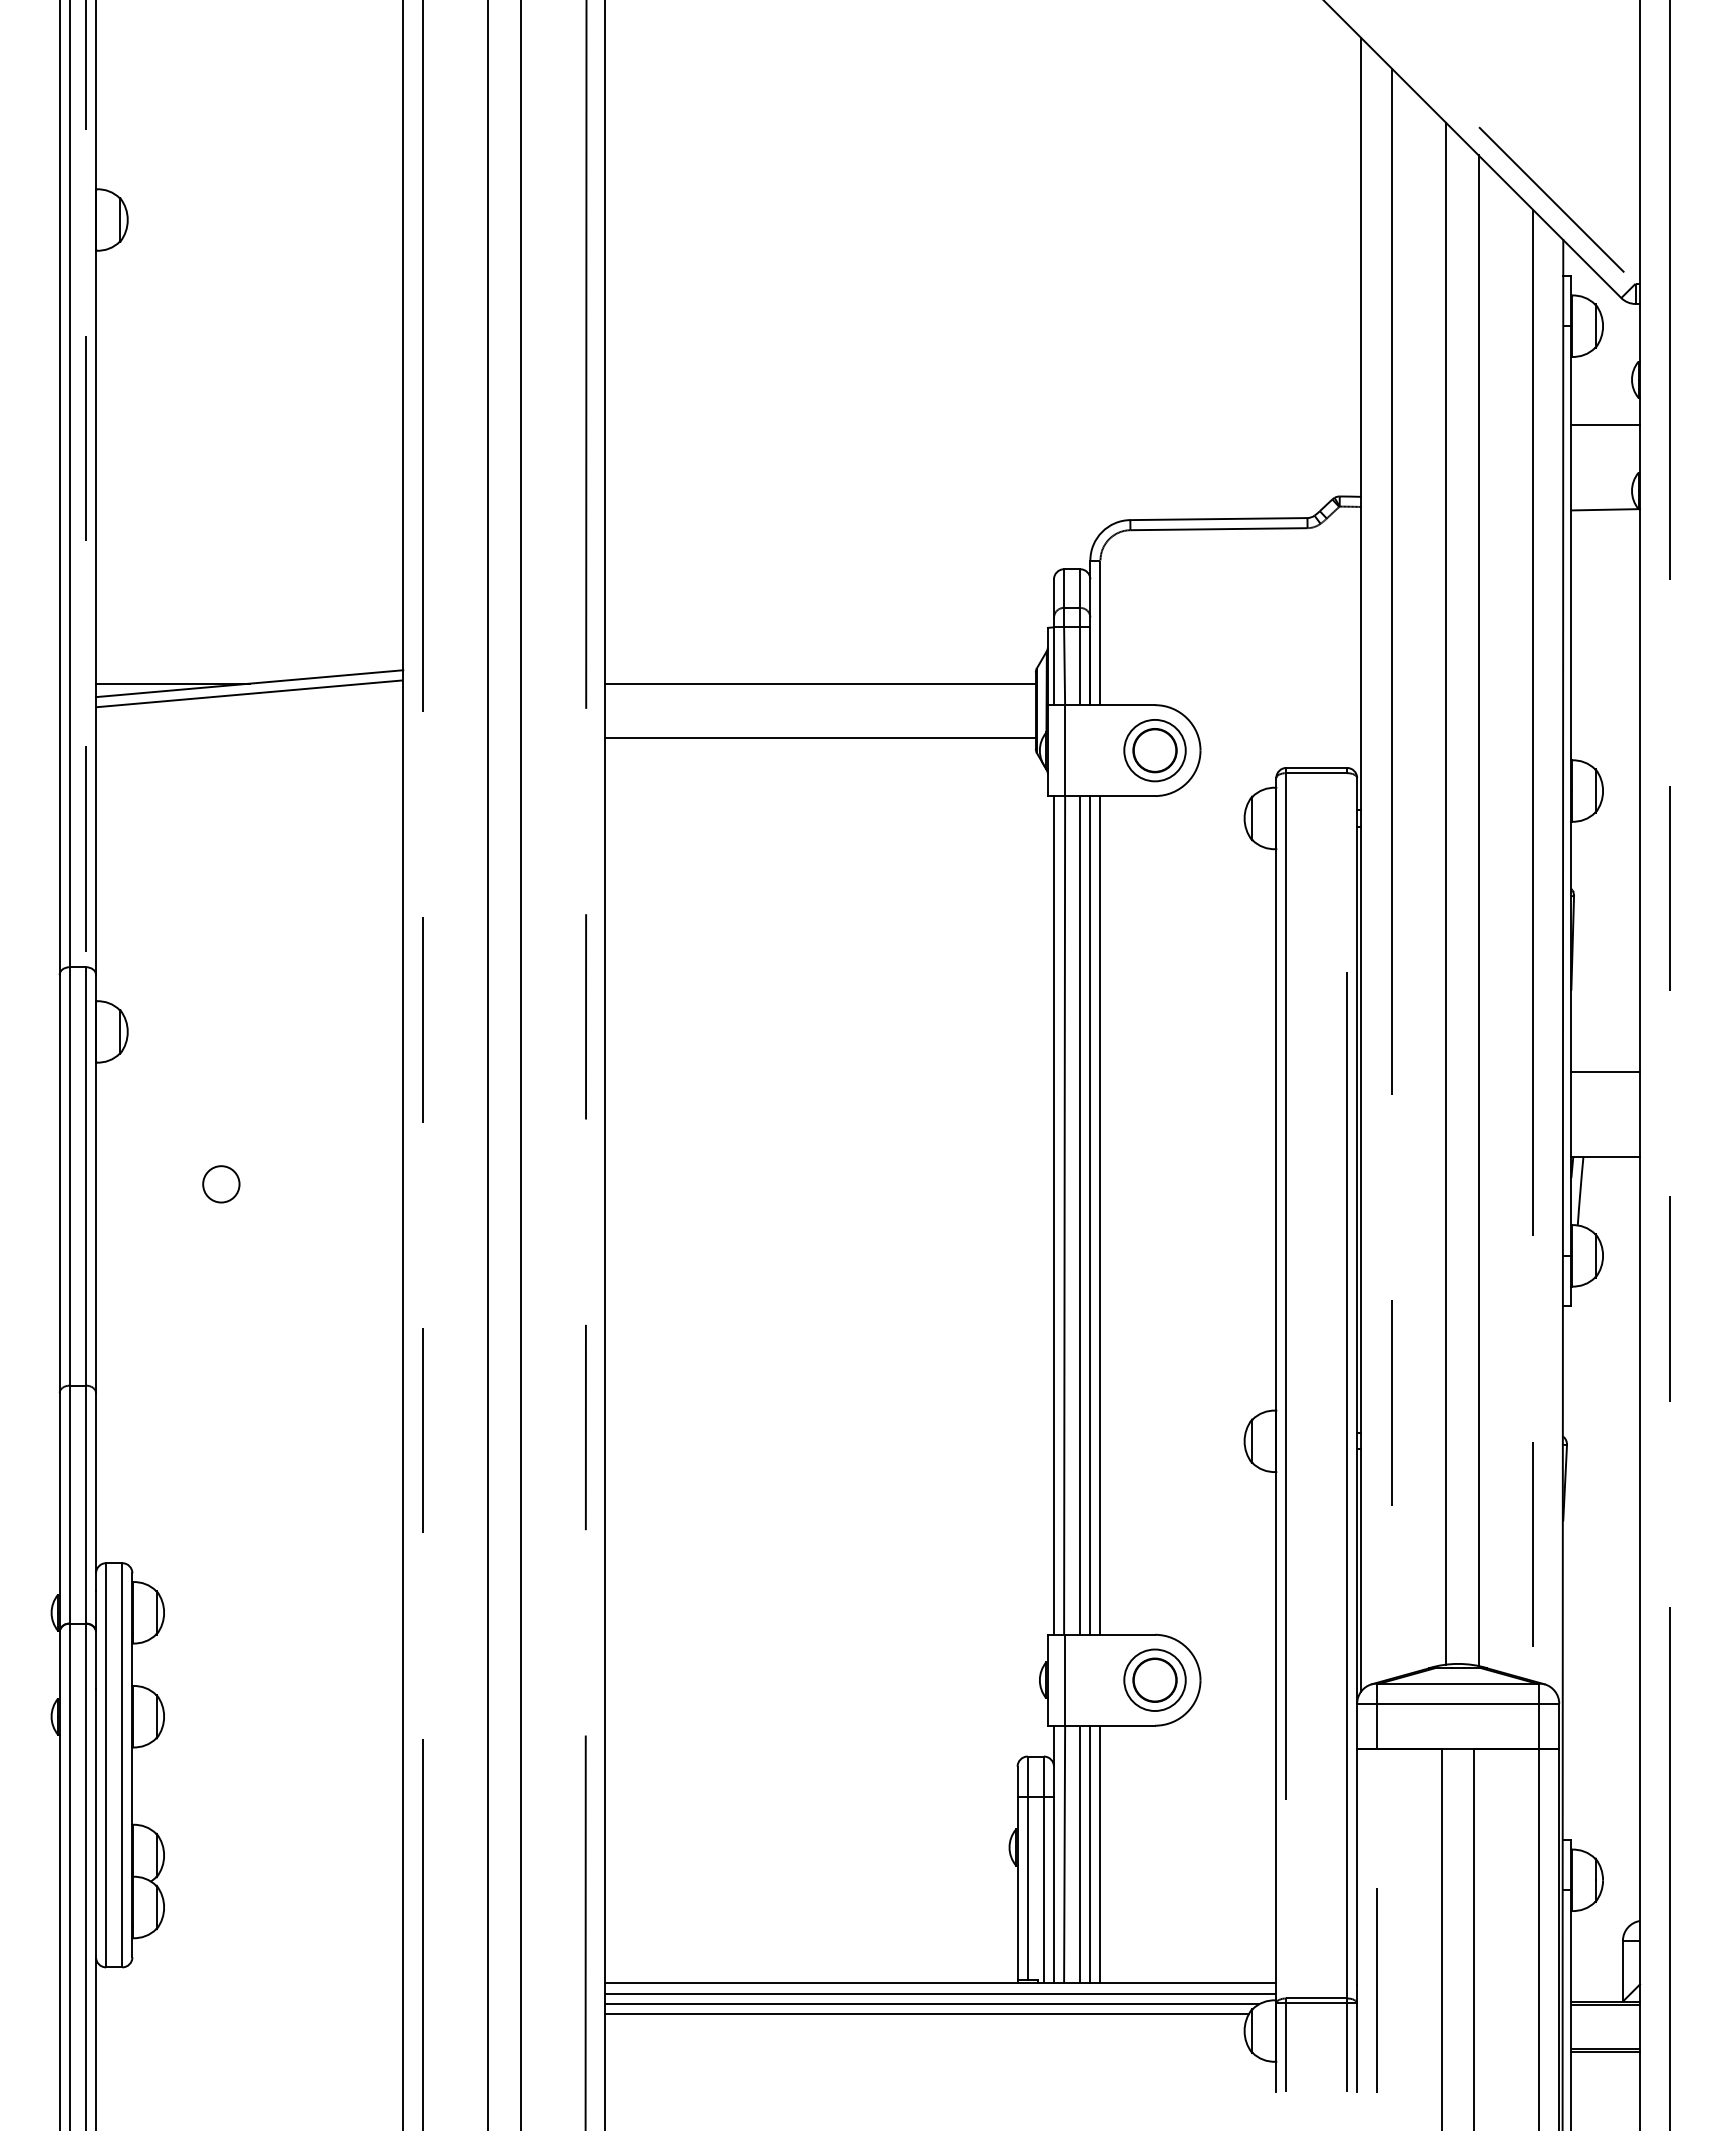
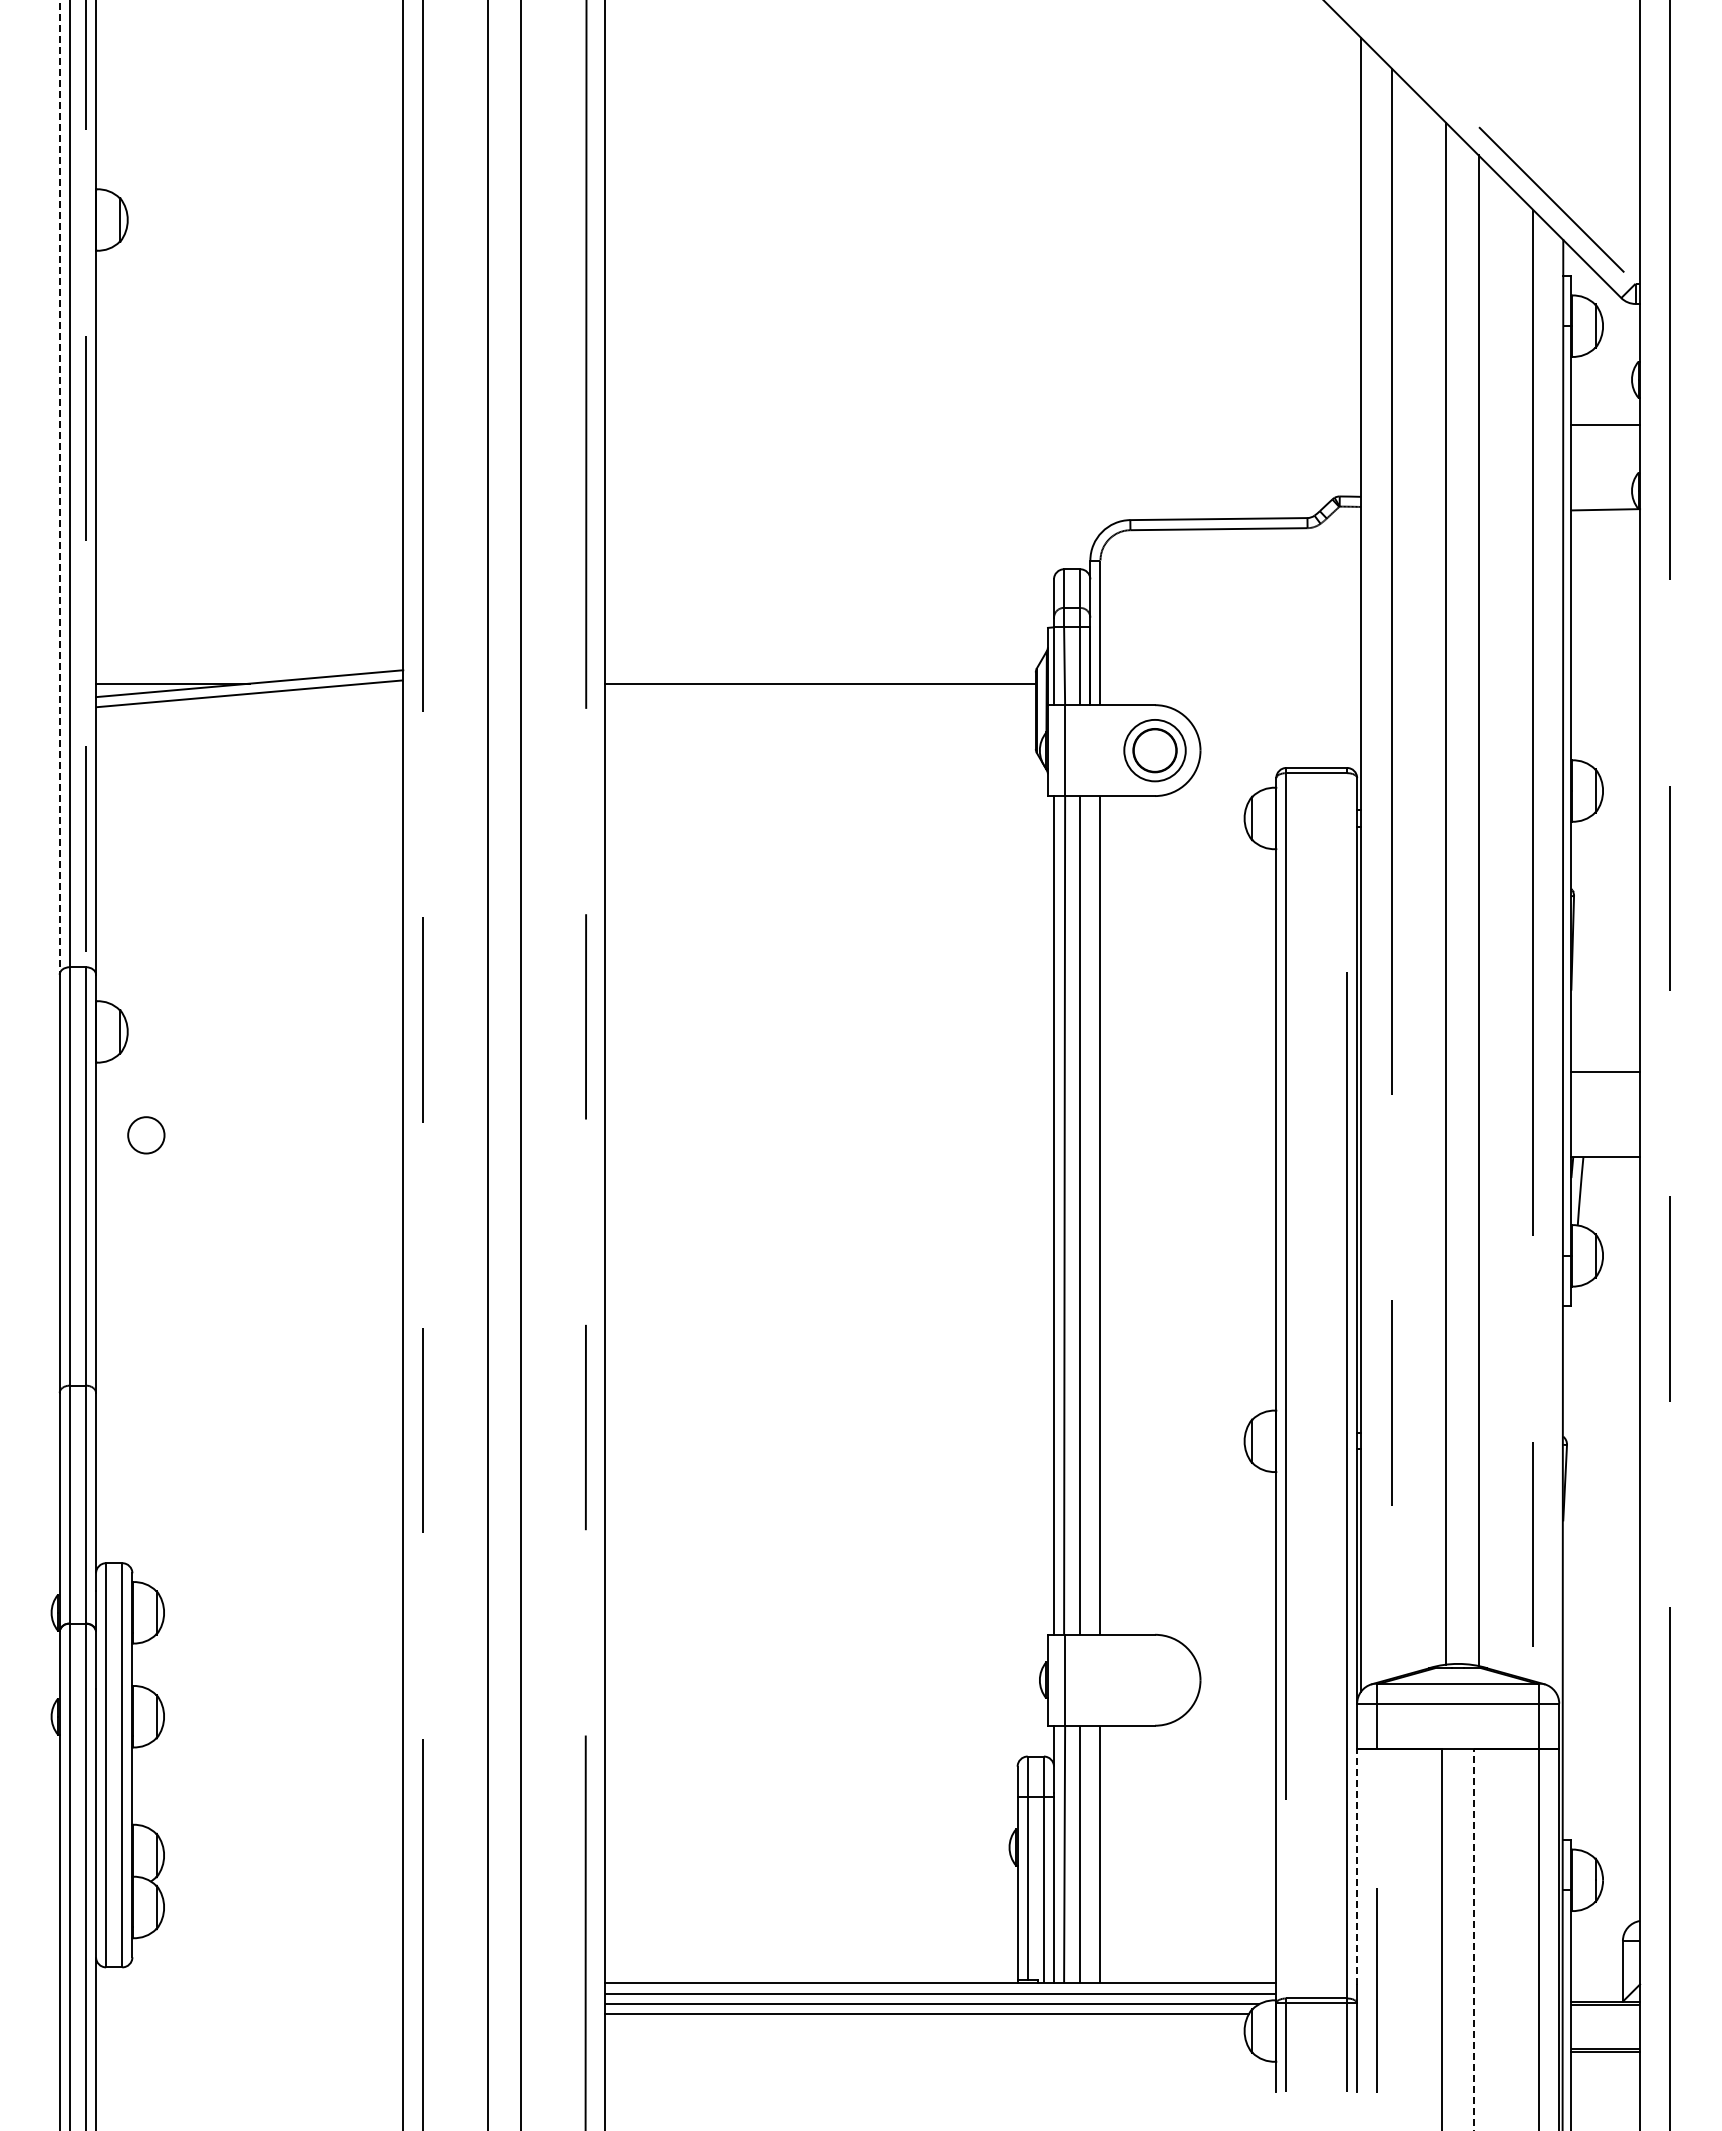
line at (59, 487): solid -> dashed
line at (820, 737): present -> none
circle at (221, 1184) position: (221, 1184) -> (146, 1135)
line at (1090, 1215): present -> none
part at (1154, 1679): present -> none
line at (1090, 1854): present -> none
line at (1357, 1866): solid -> dashed
line at (1474, 1939): solid -> dashed
